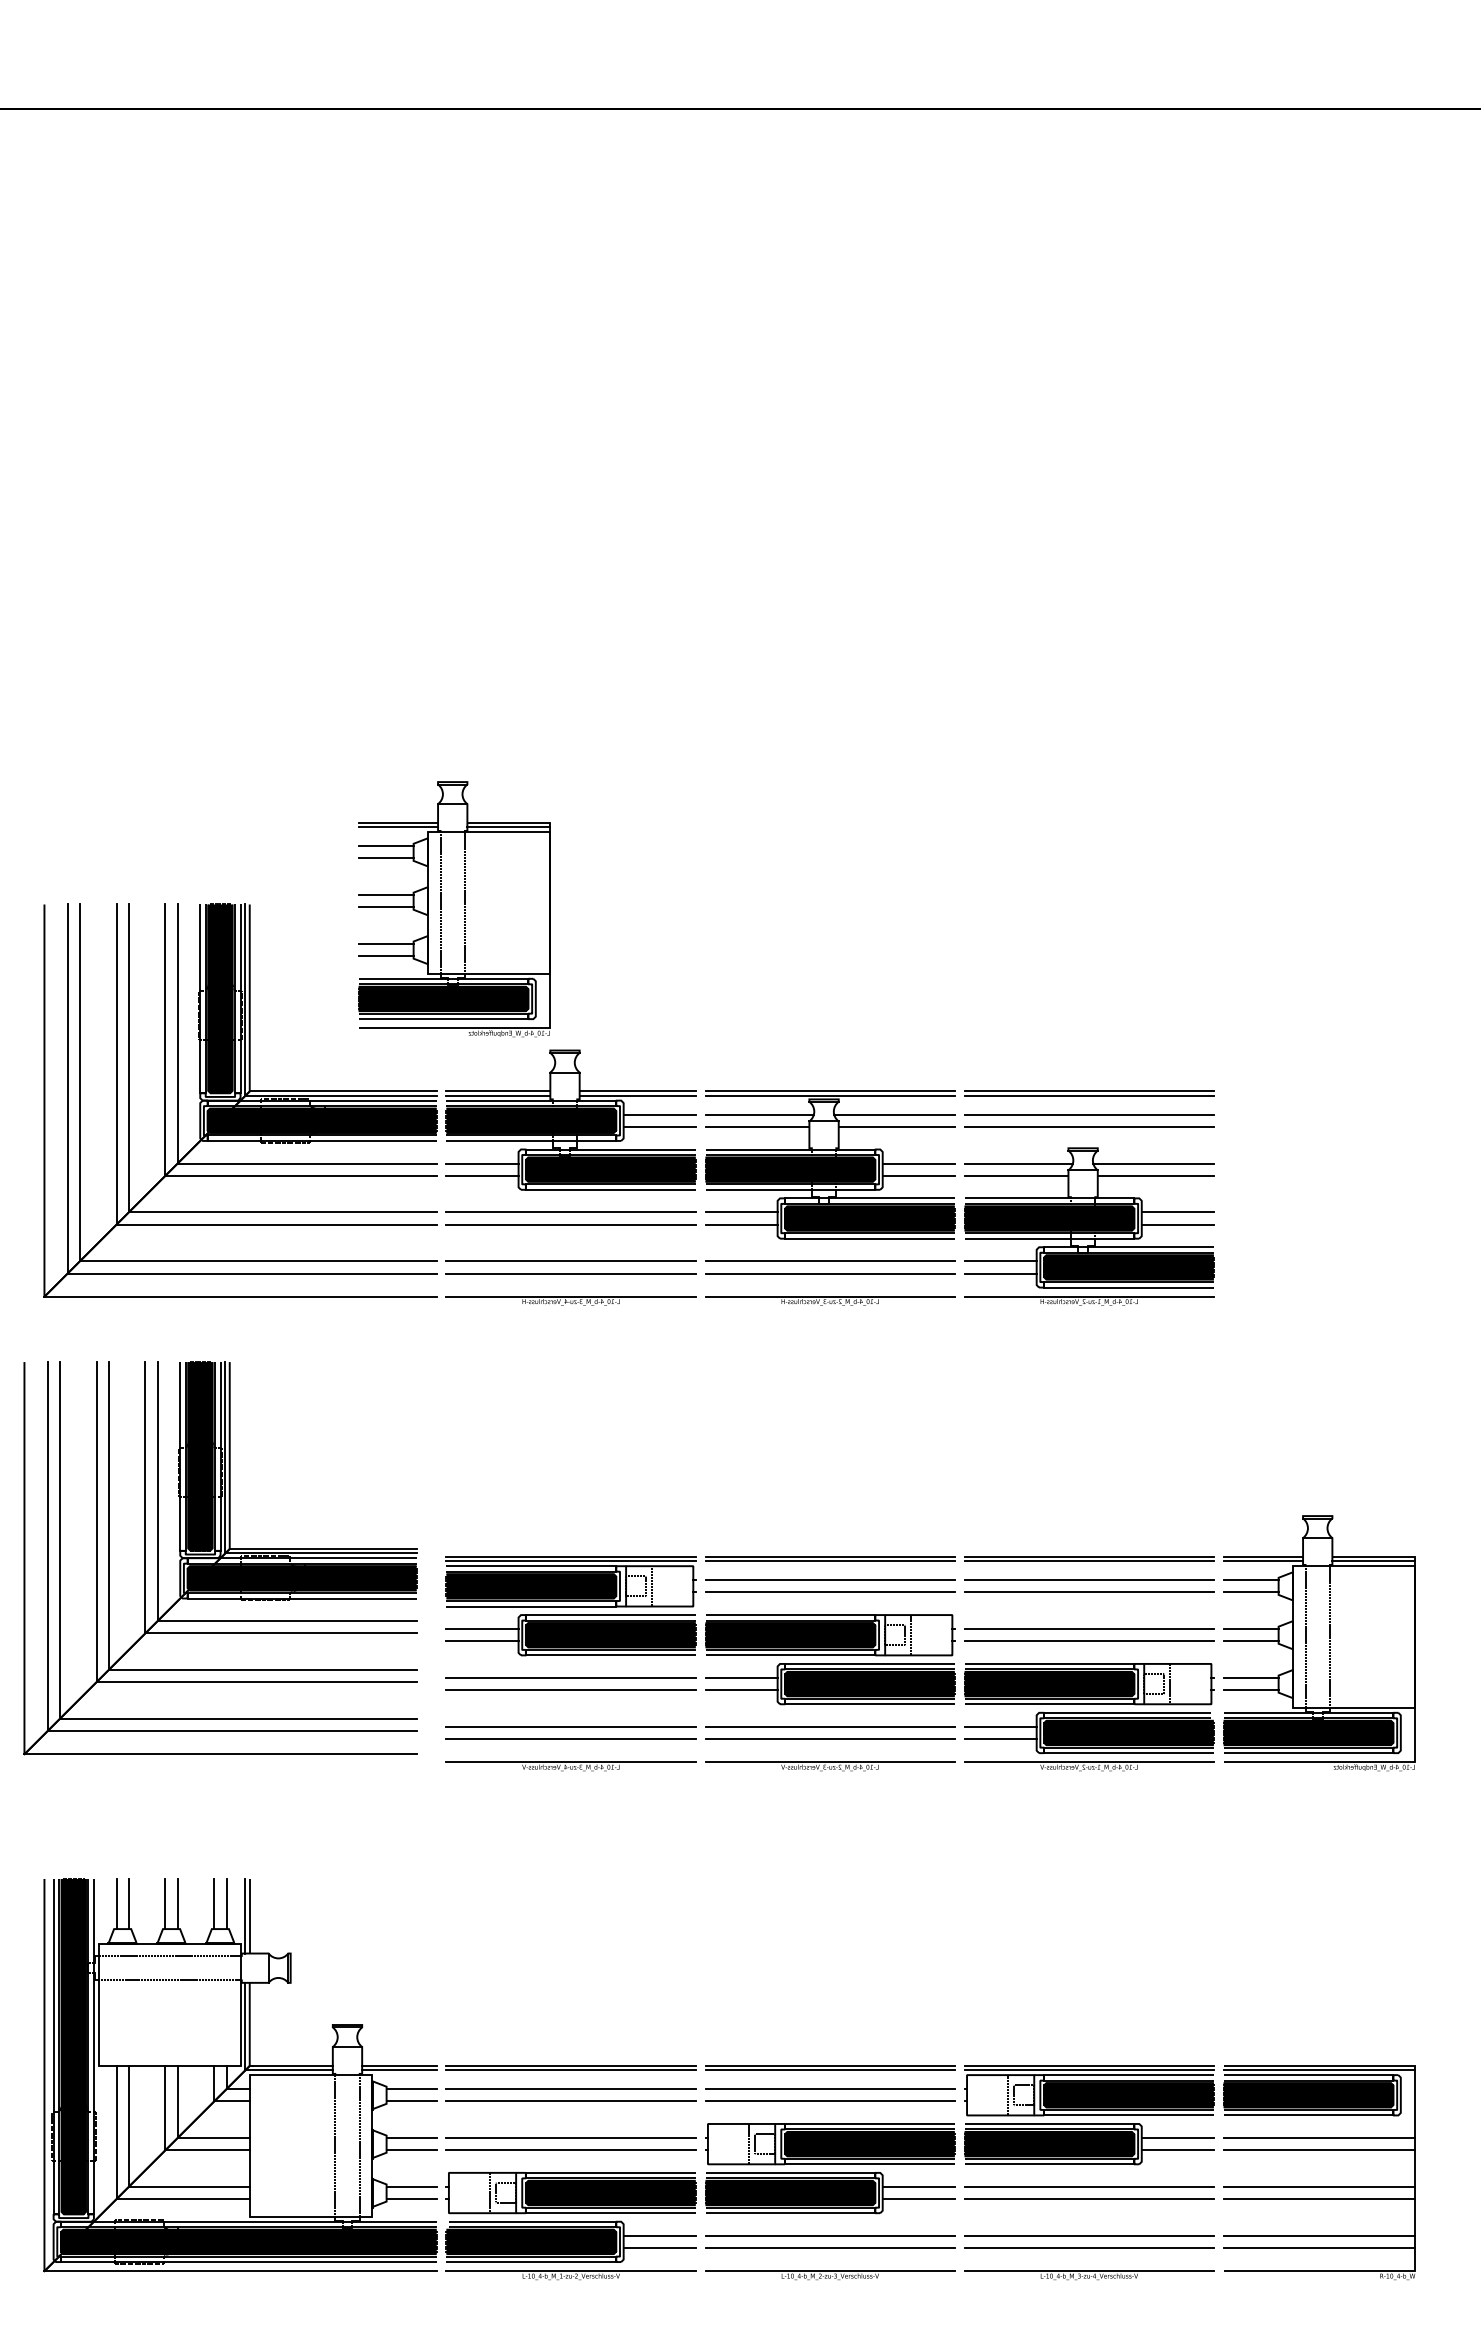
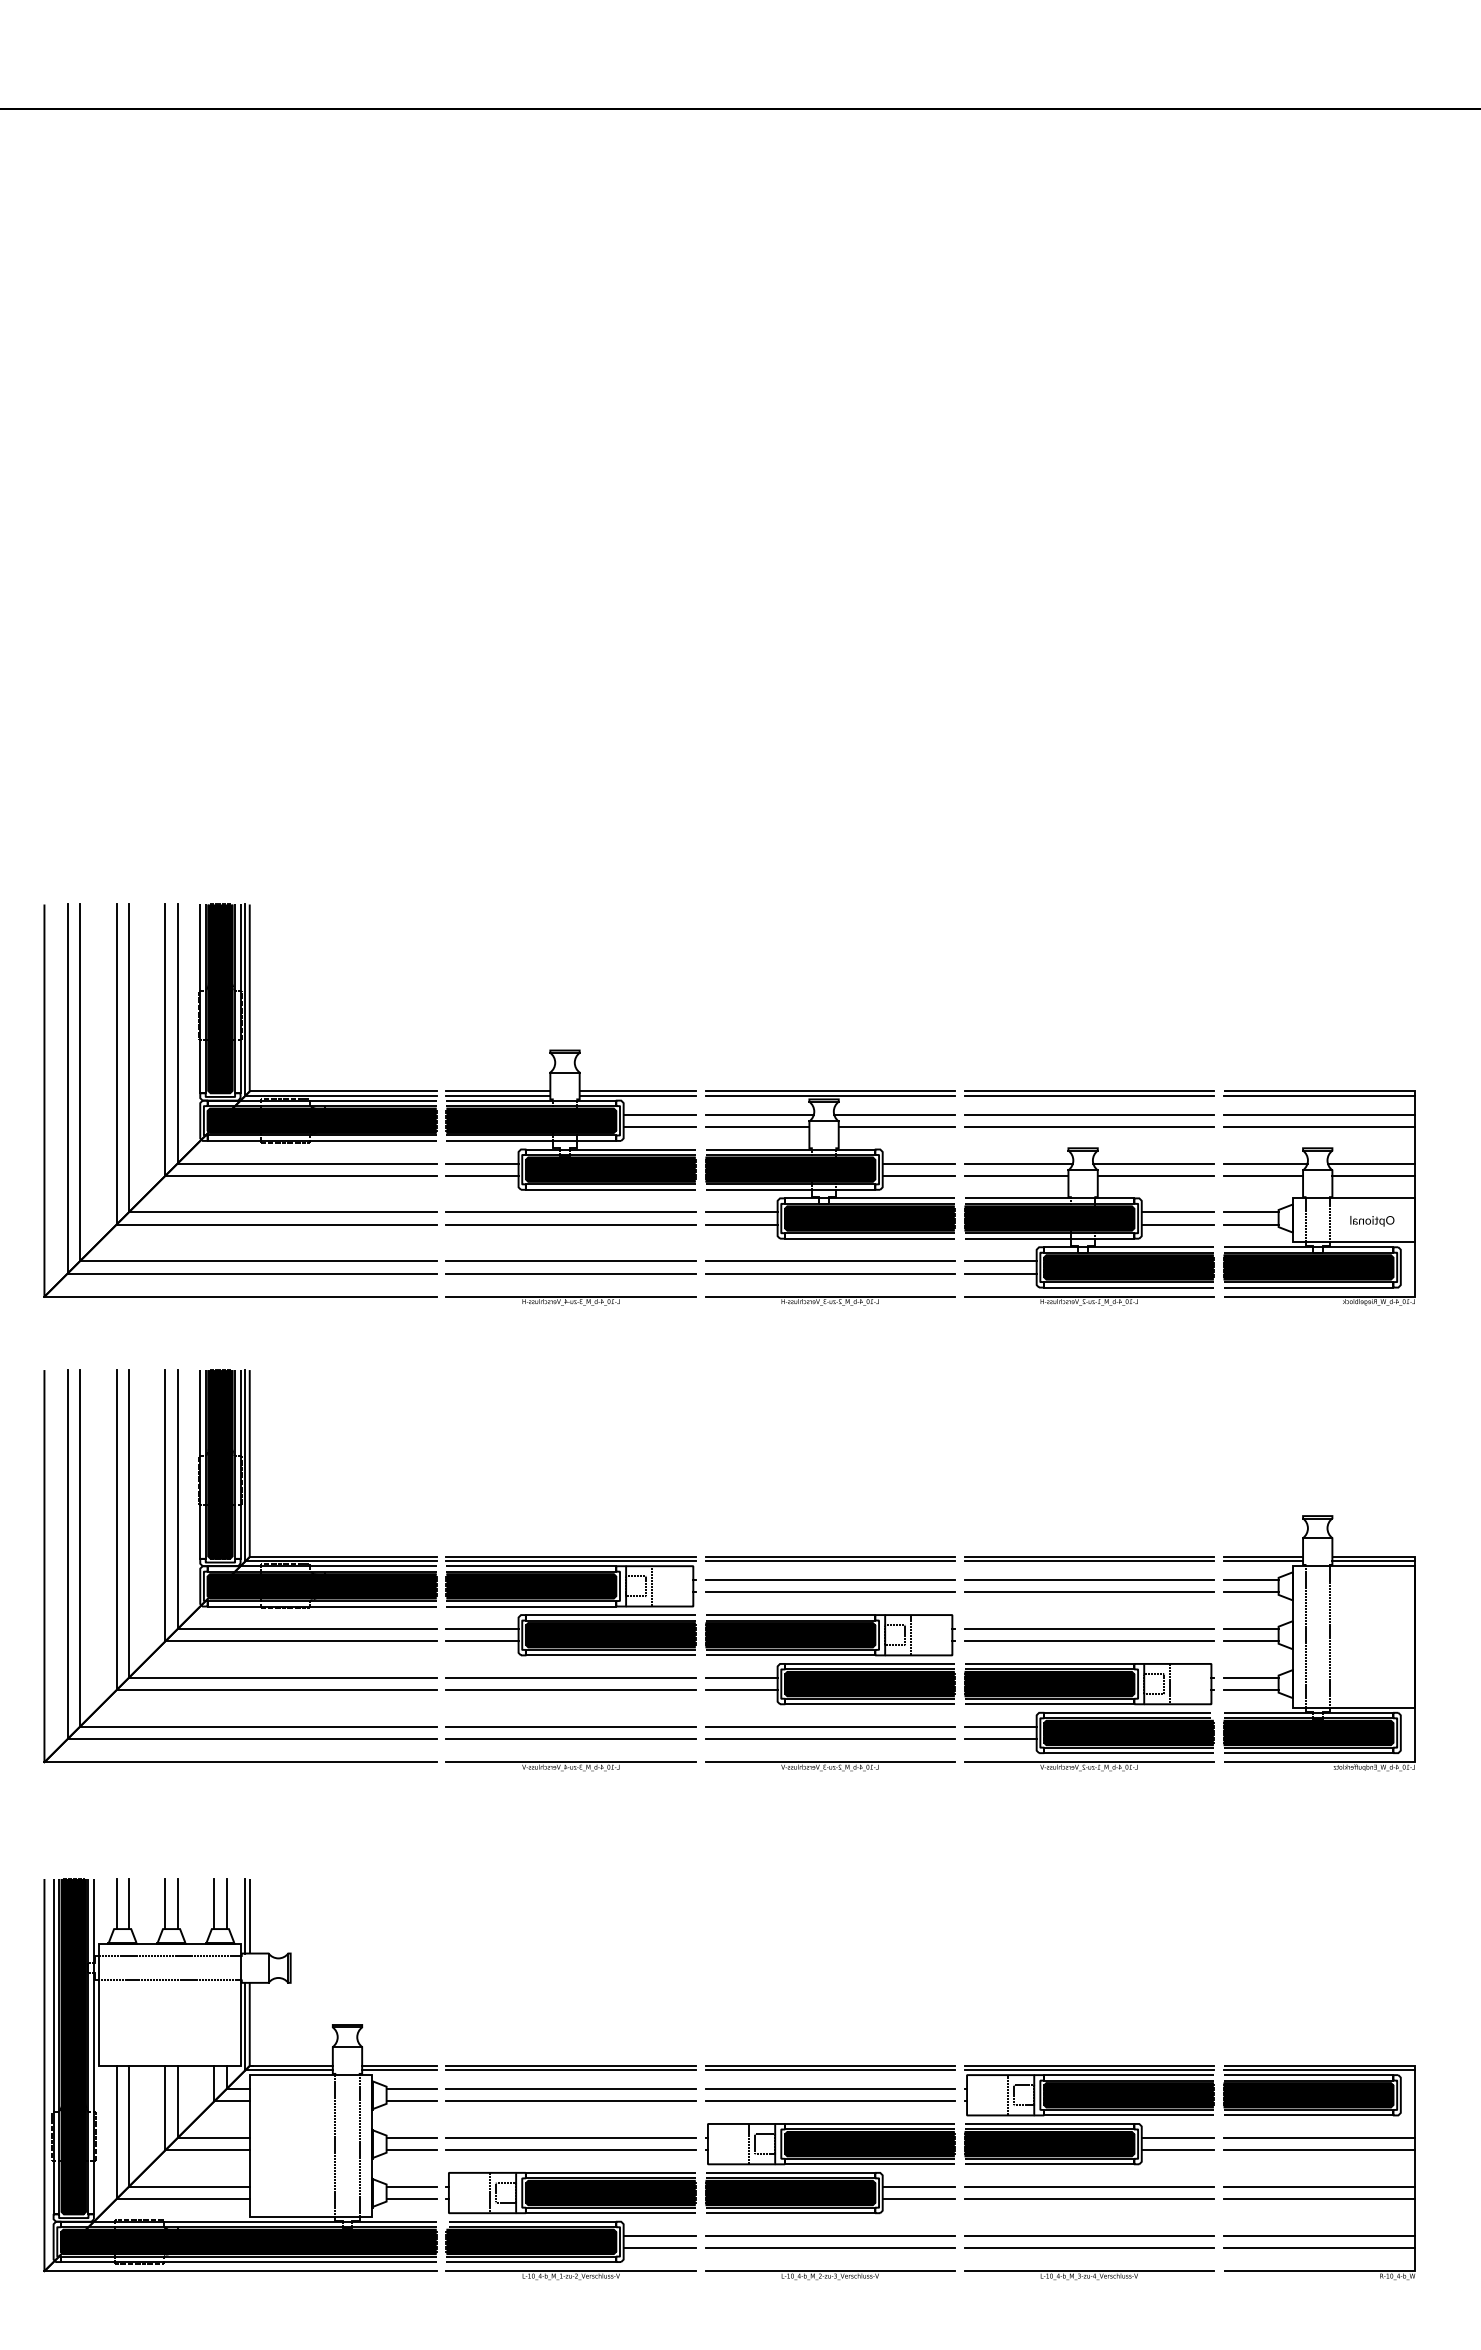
part at (454, 909): present -> none
part at (1319, 1197): none -> present
part at (220, 1558) position: (220, 1558) -> (240, 1566)
